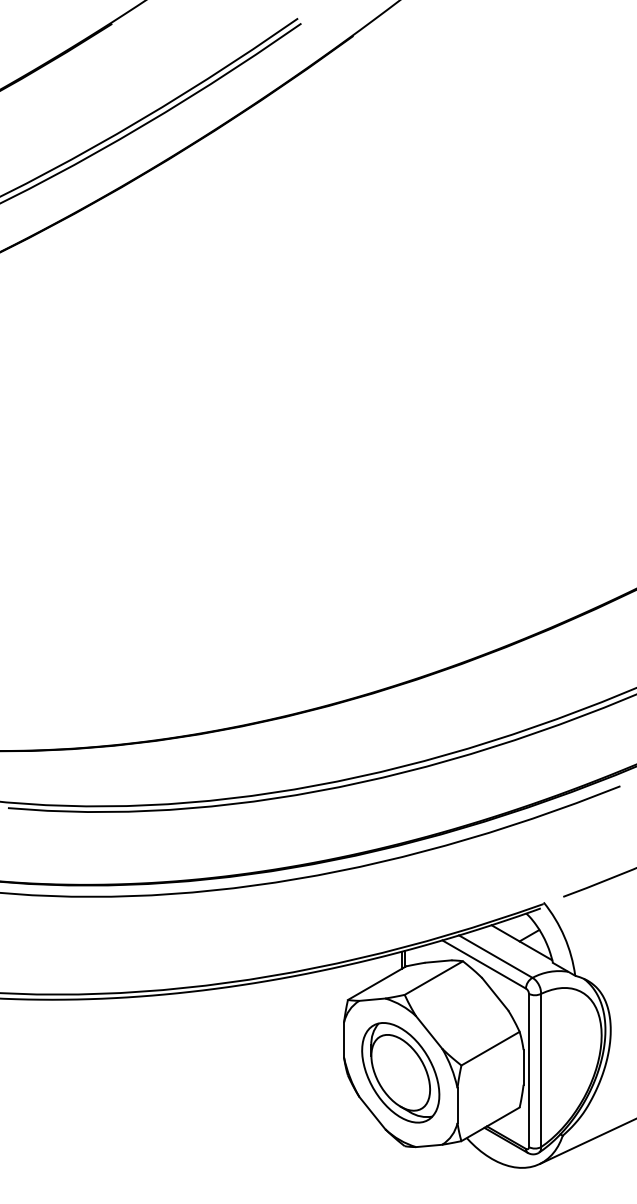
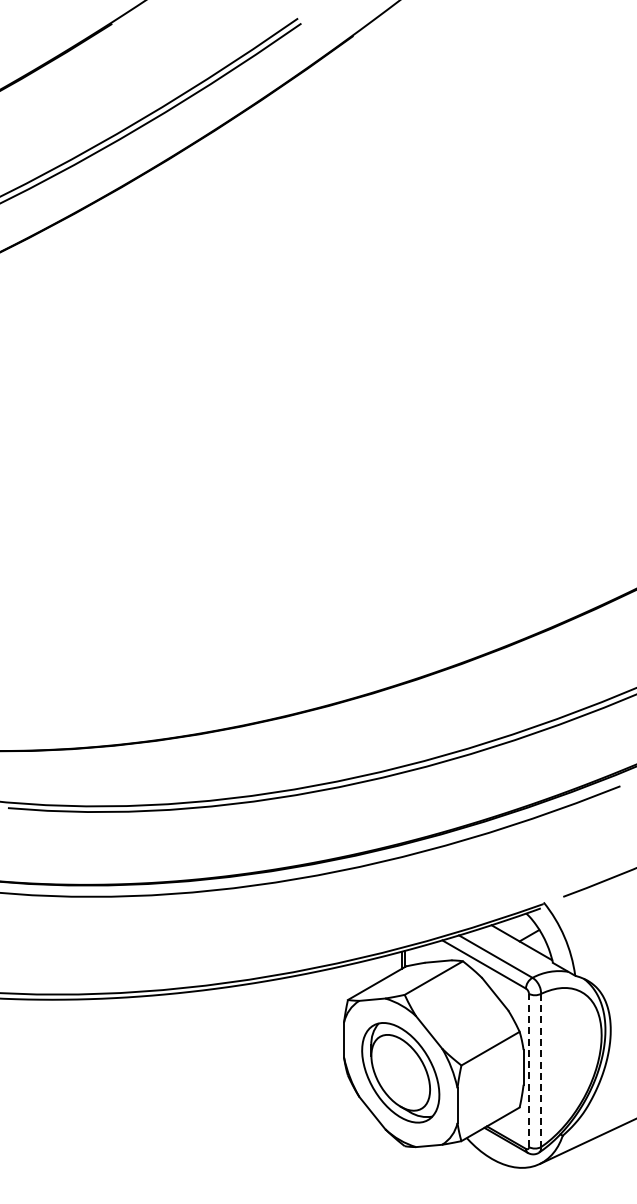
line at (528, 1070): solid -> dashed
line at (541, 1070): solid -> dashed
